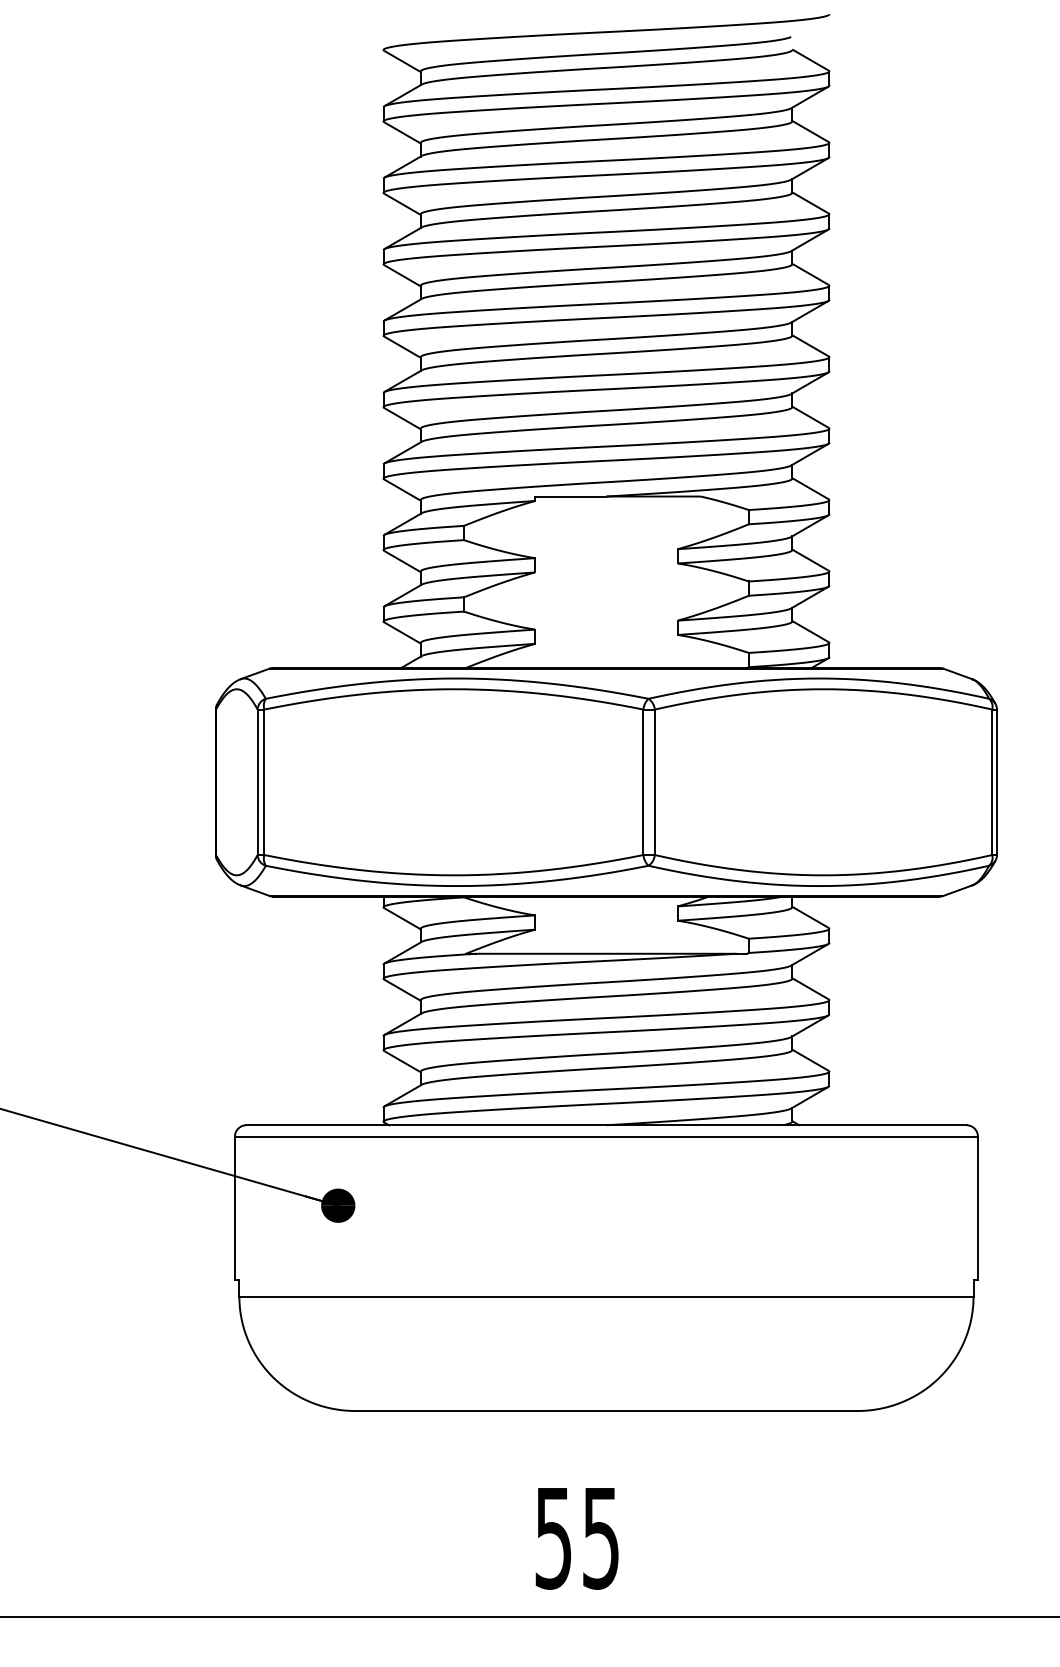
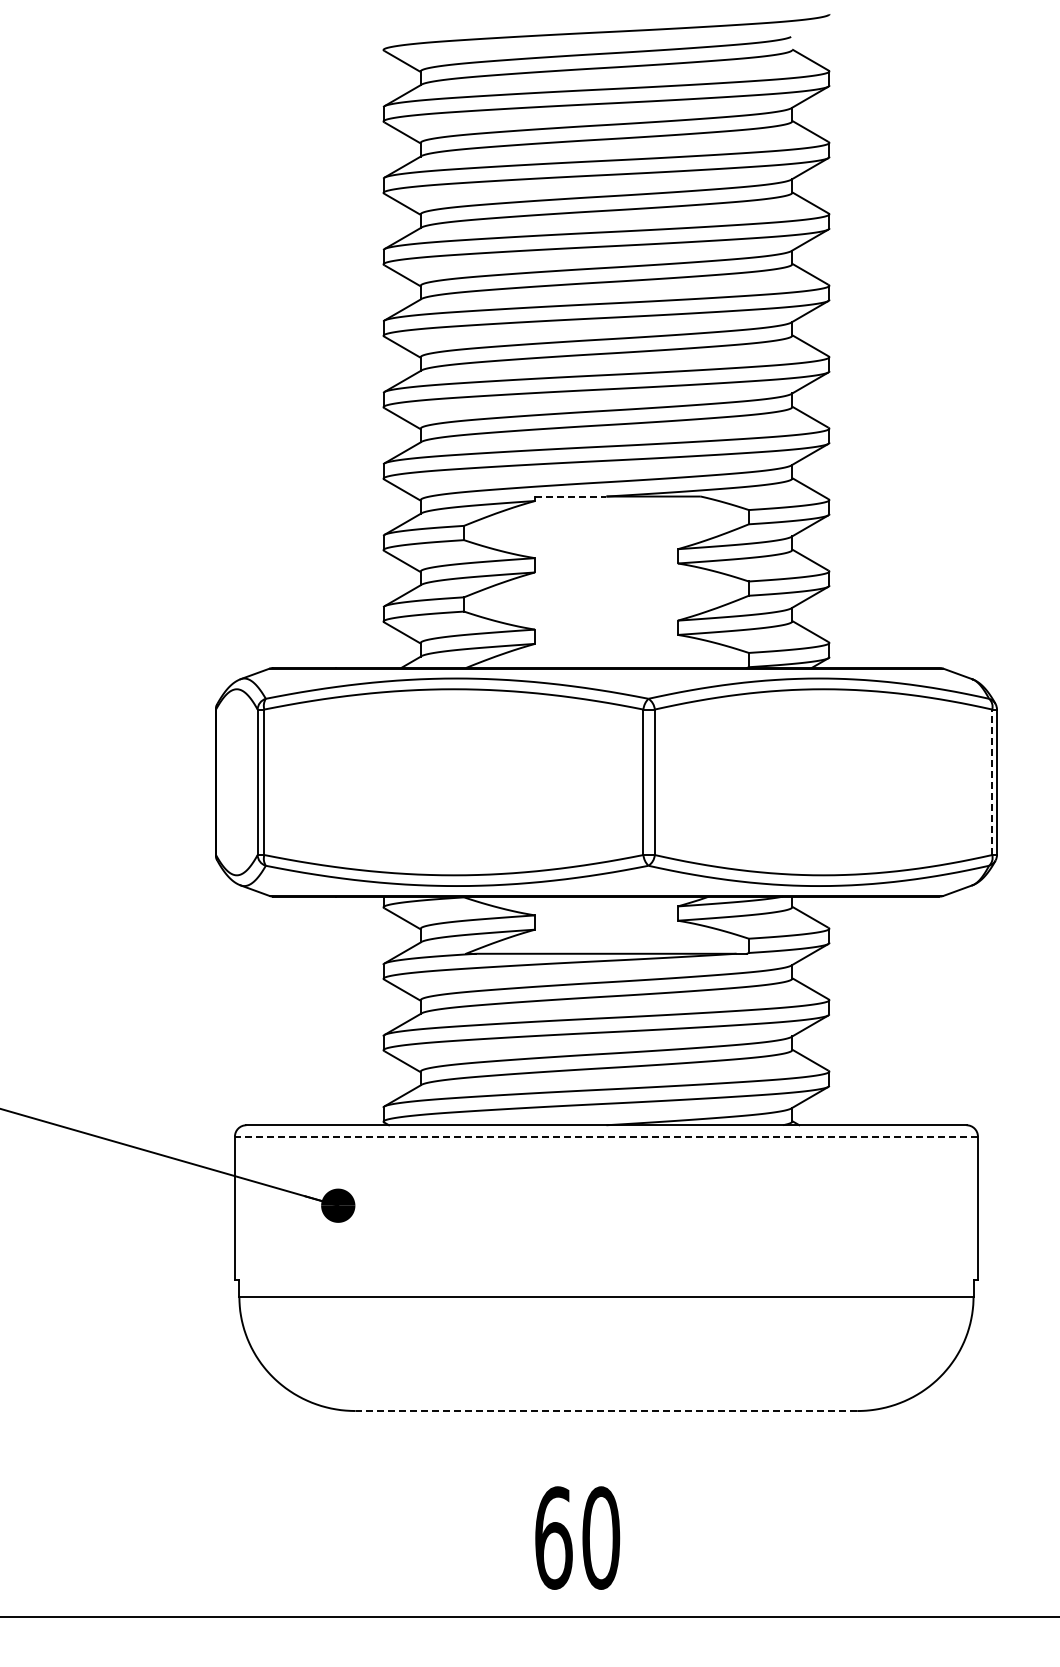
line at (570, 496): solid -> dashed
line at (992, 782): solid -> dashed
line at (606, 1136): solid -> dashed
line at (606, 1411): solid -> dashed
text at (577, 1537): 55 -> 60
